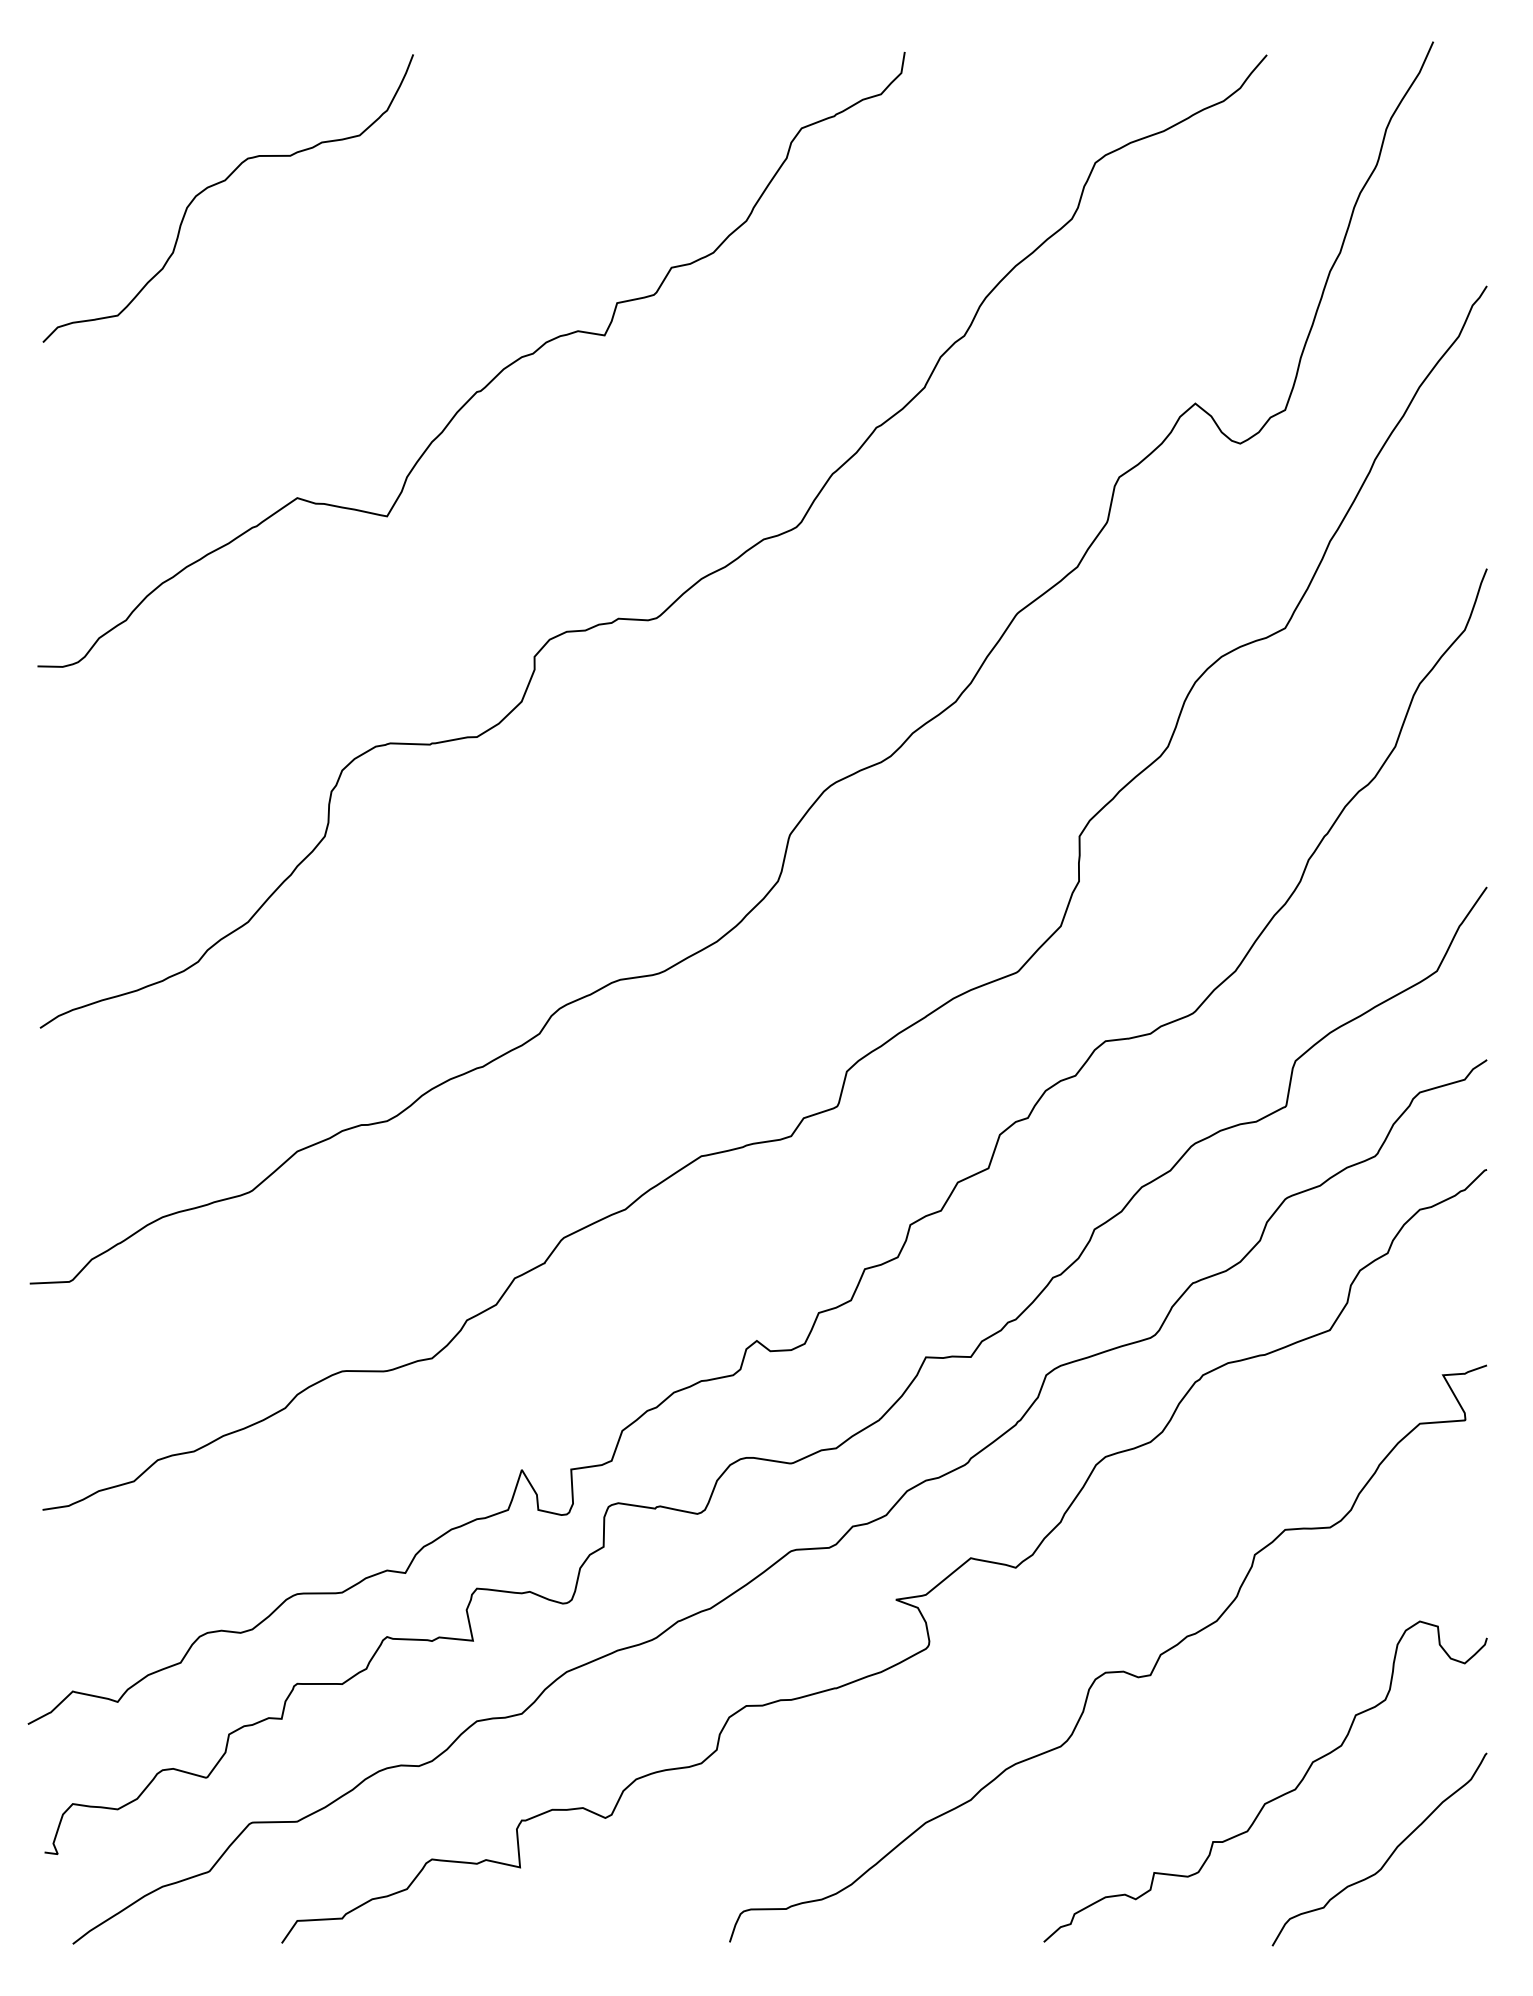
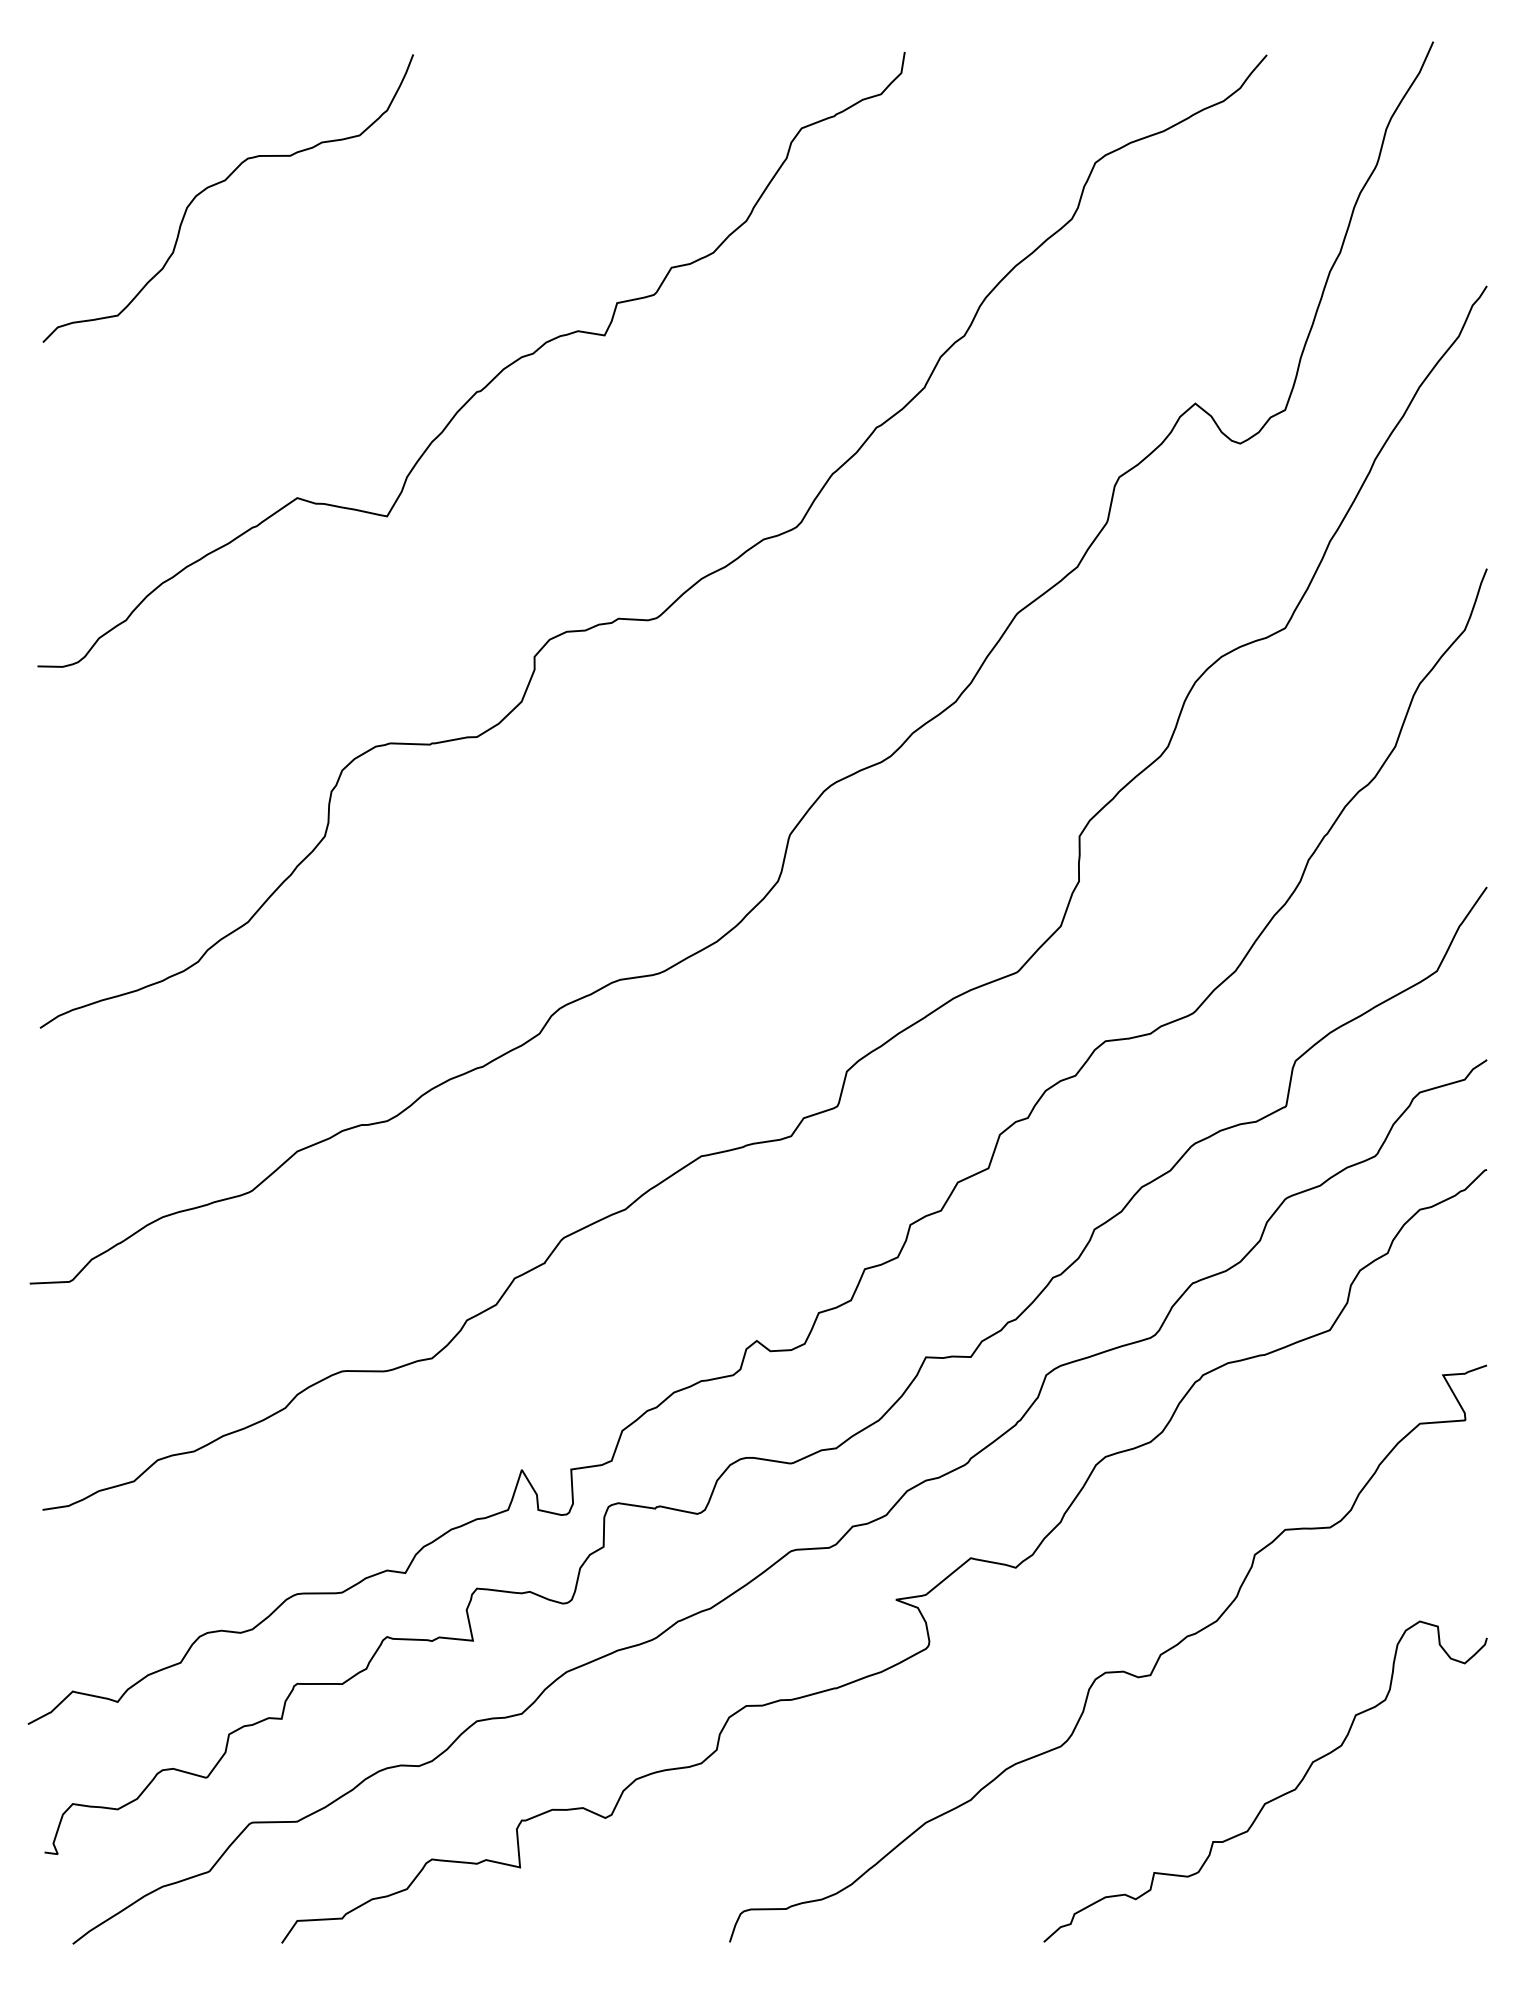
curve at (1389, 1855): present -> none
